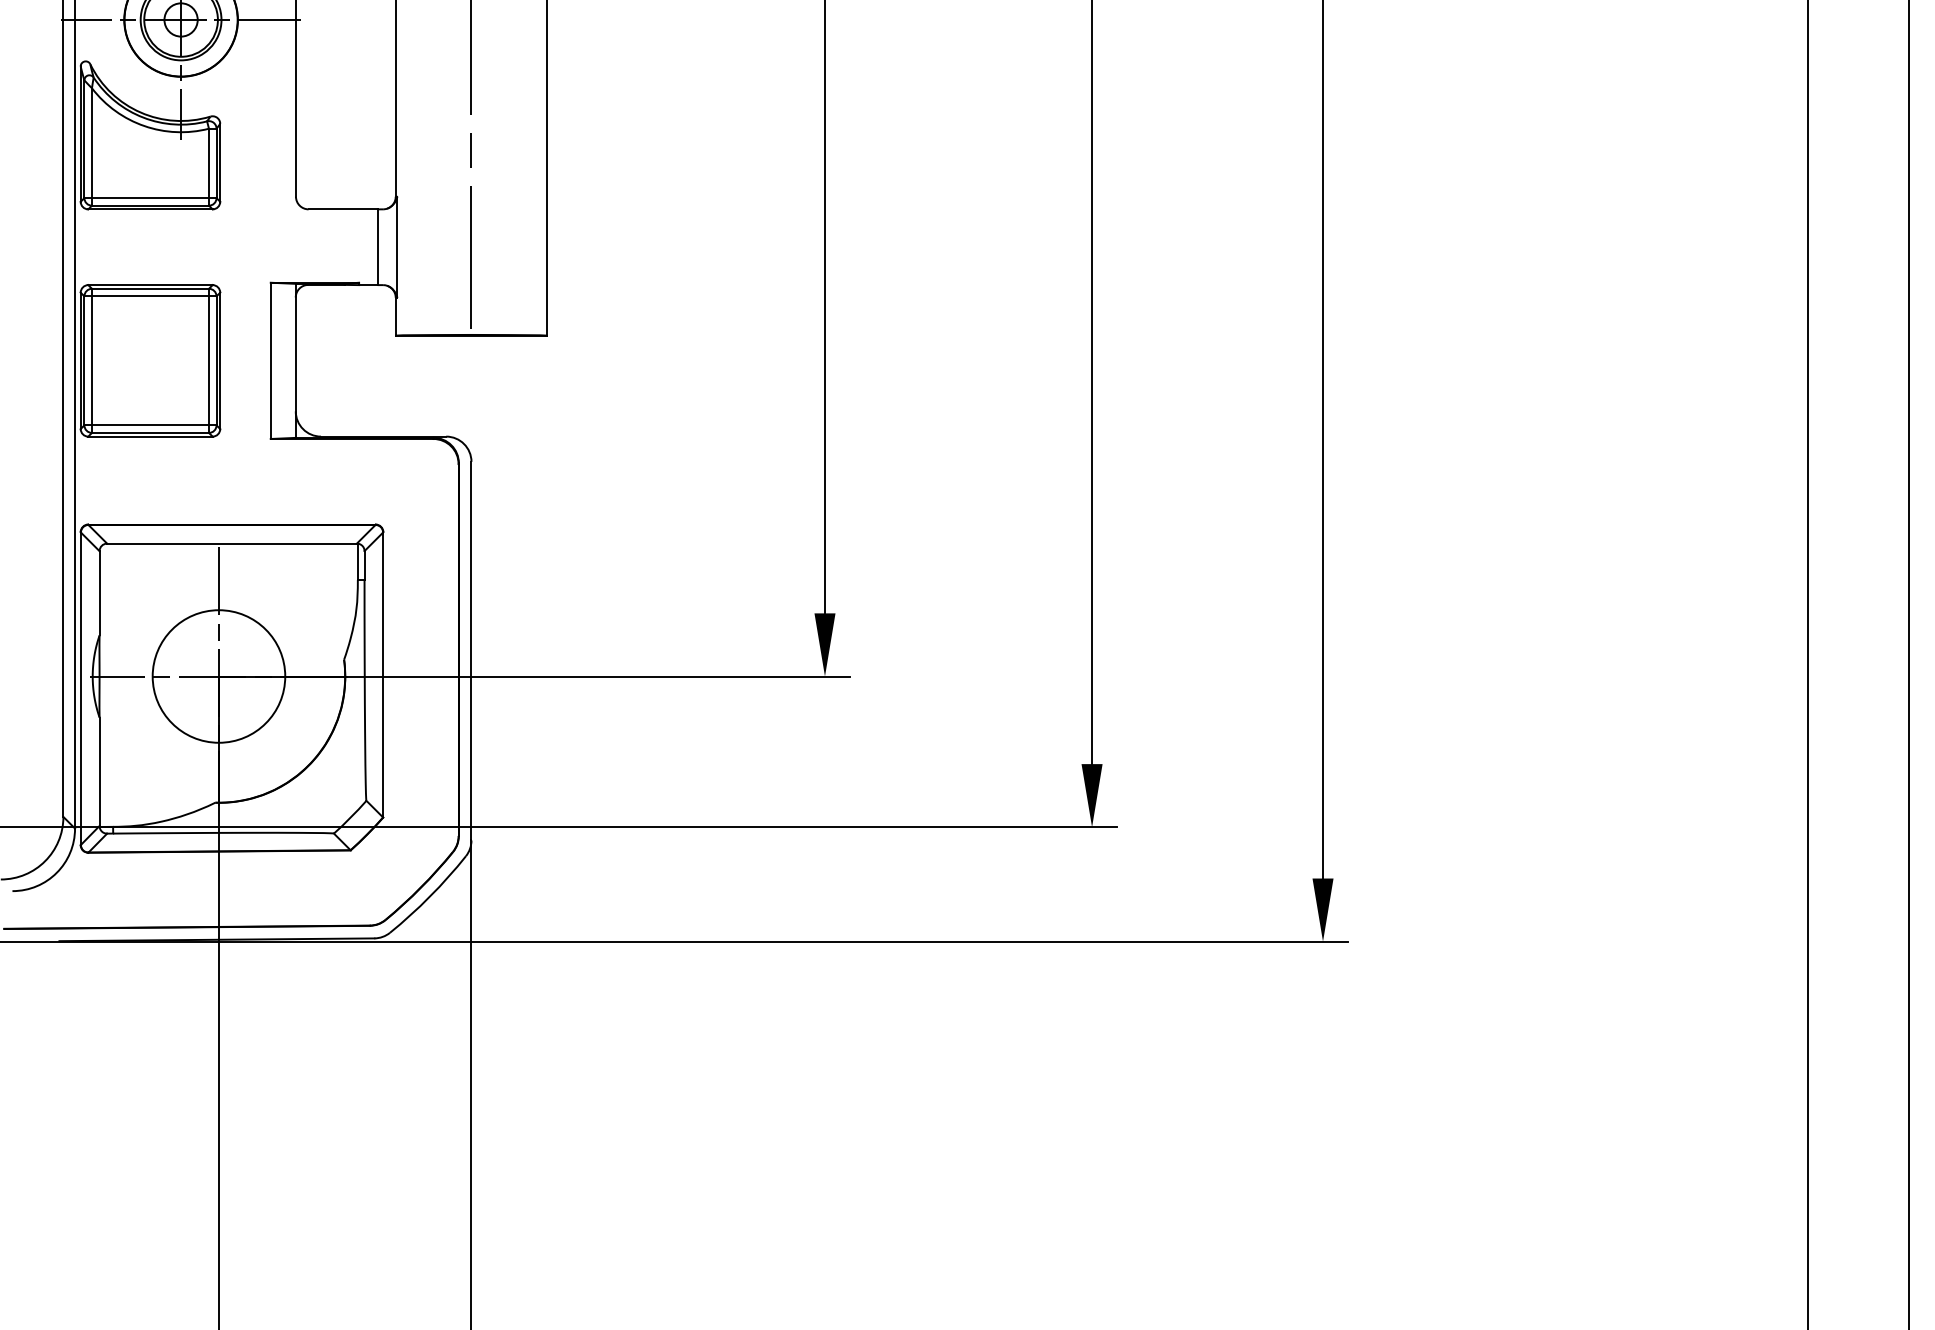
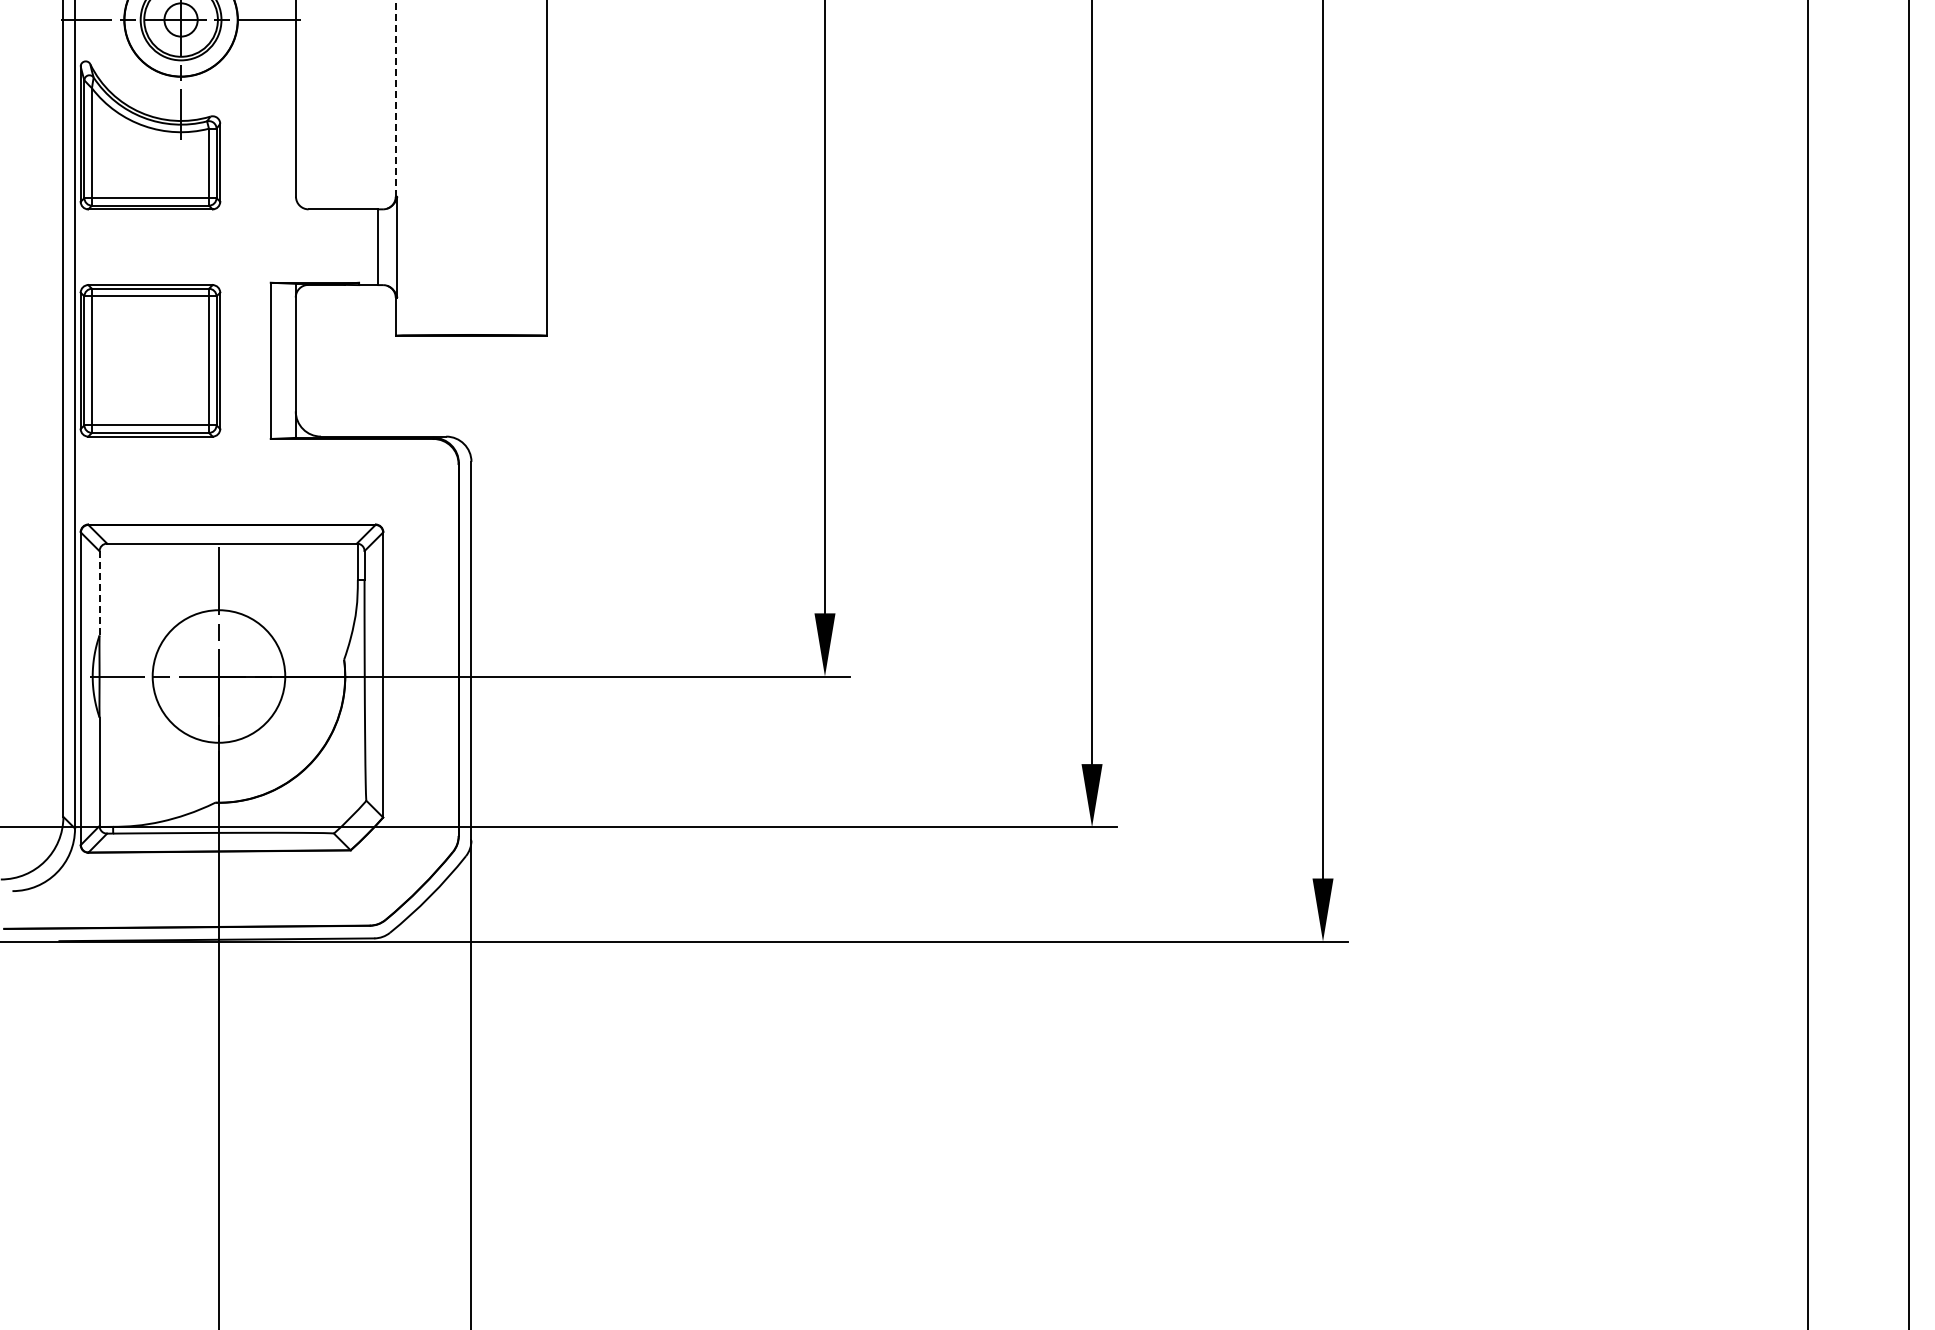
line at (395, 97): solid -> dashed
line at (471, 165): present -> none
line at (99, 593): solid -> dashed
